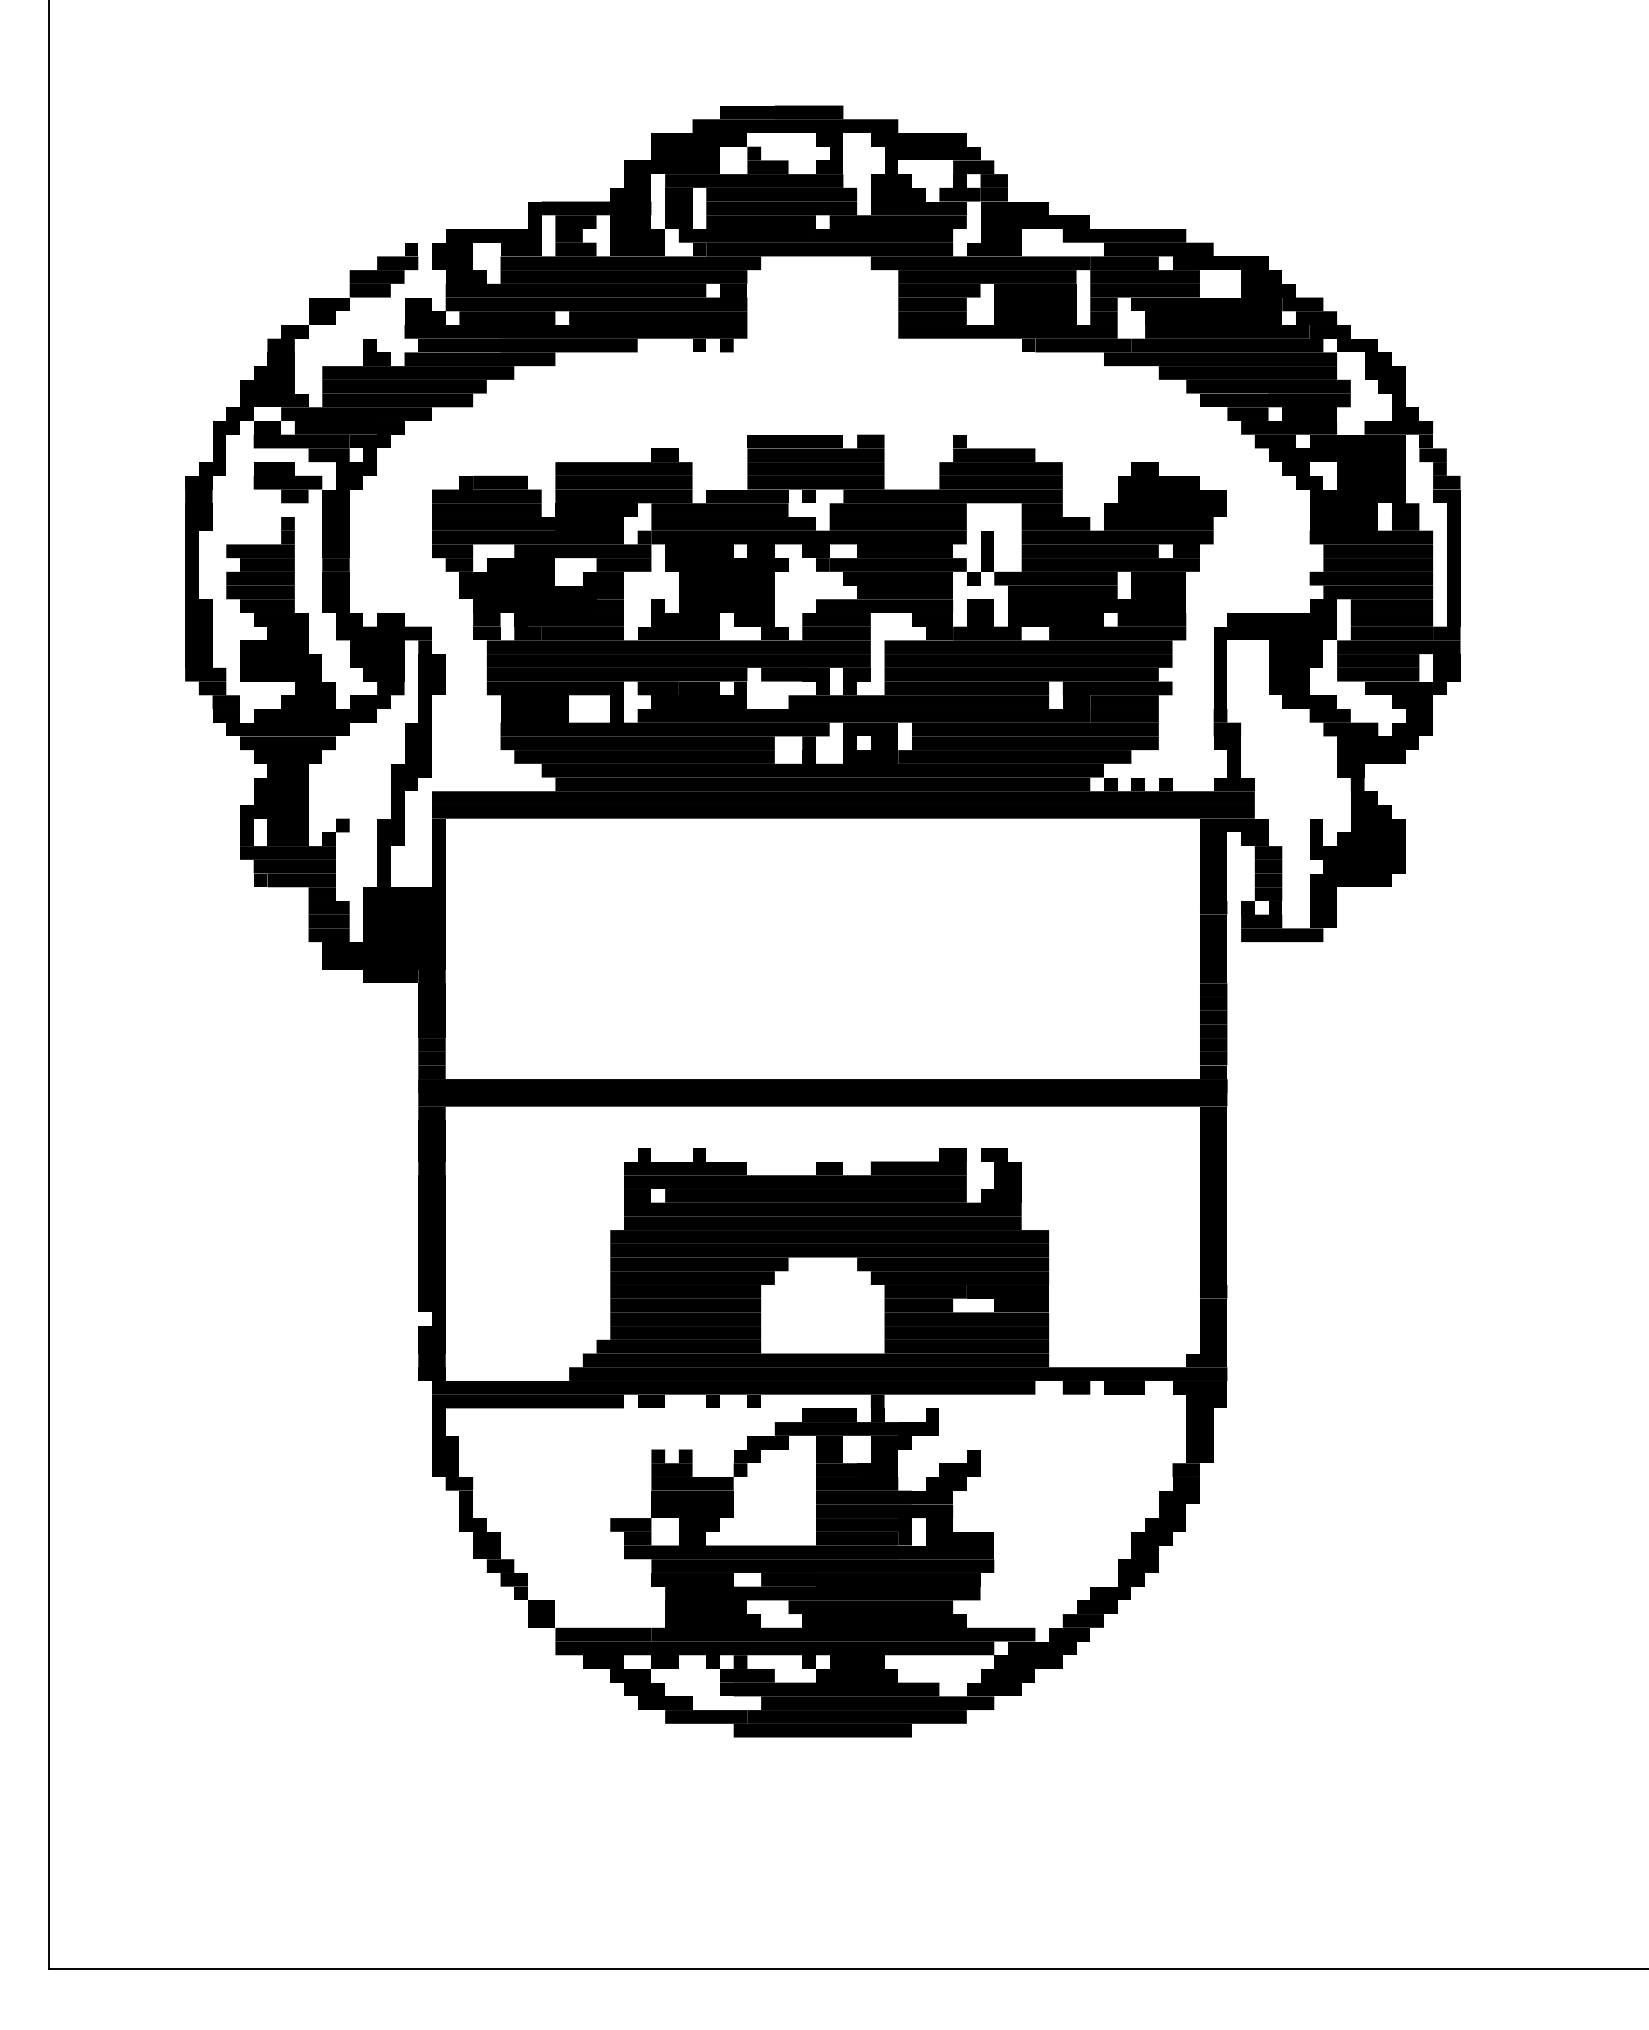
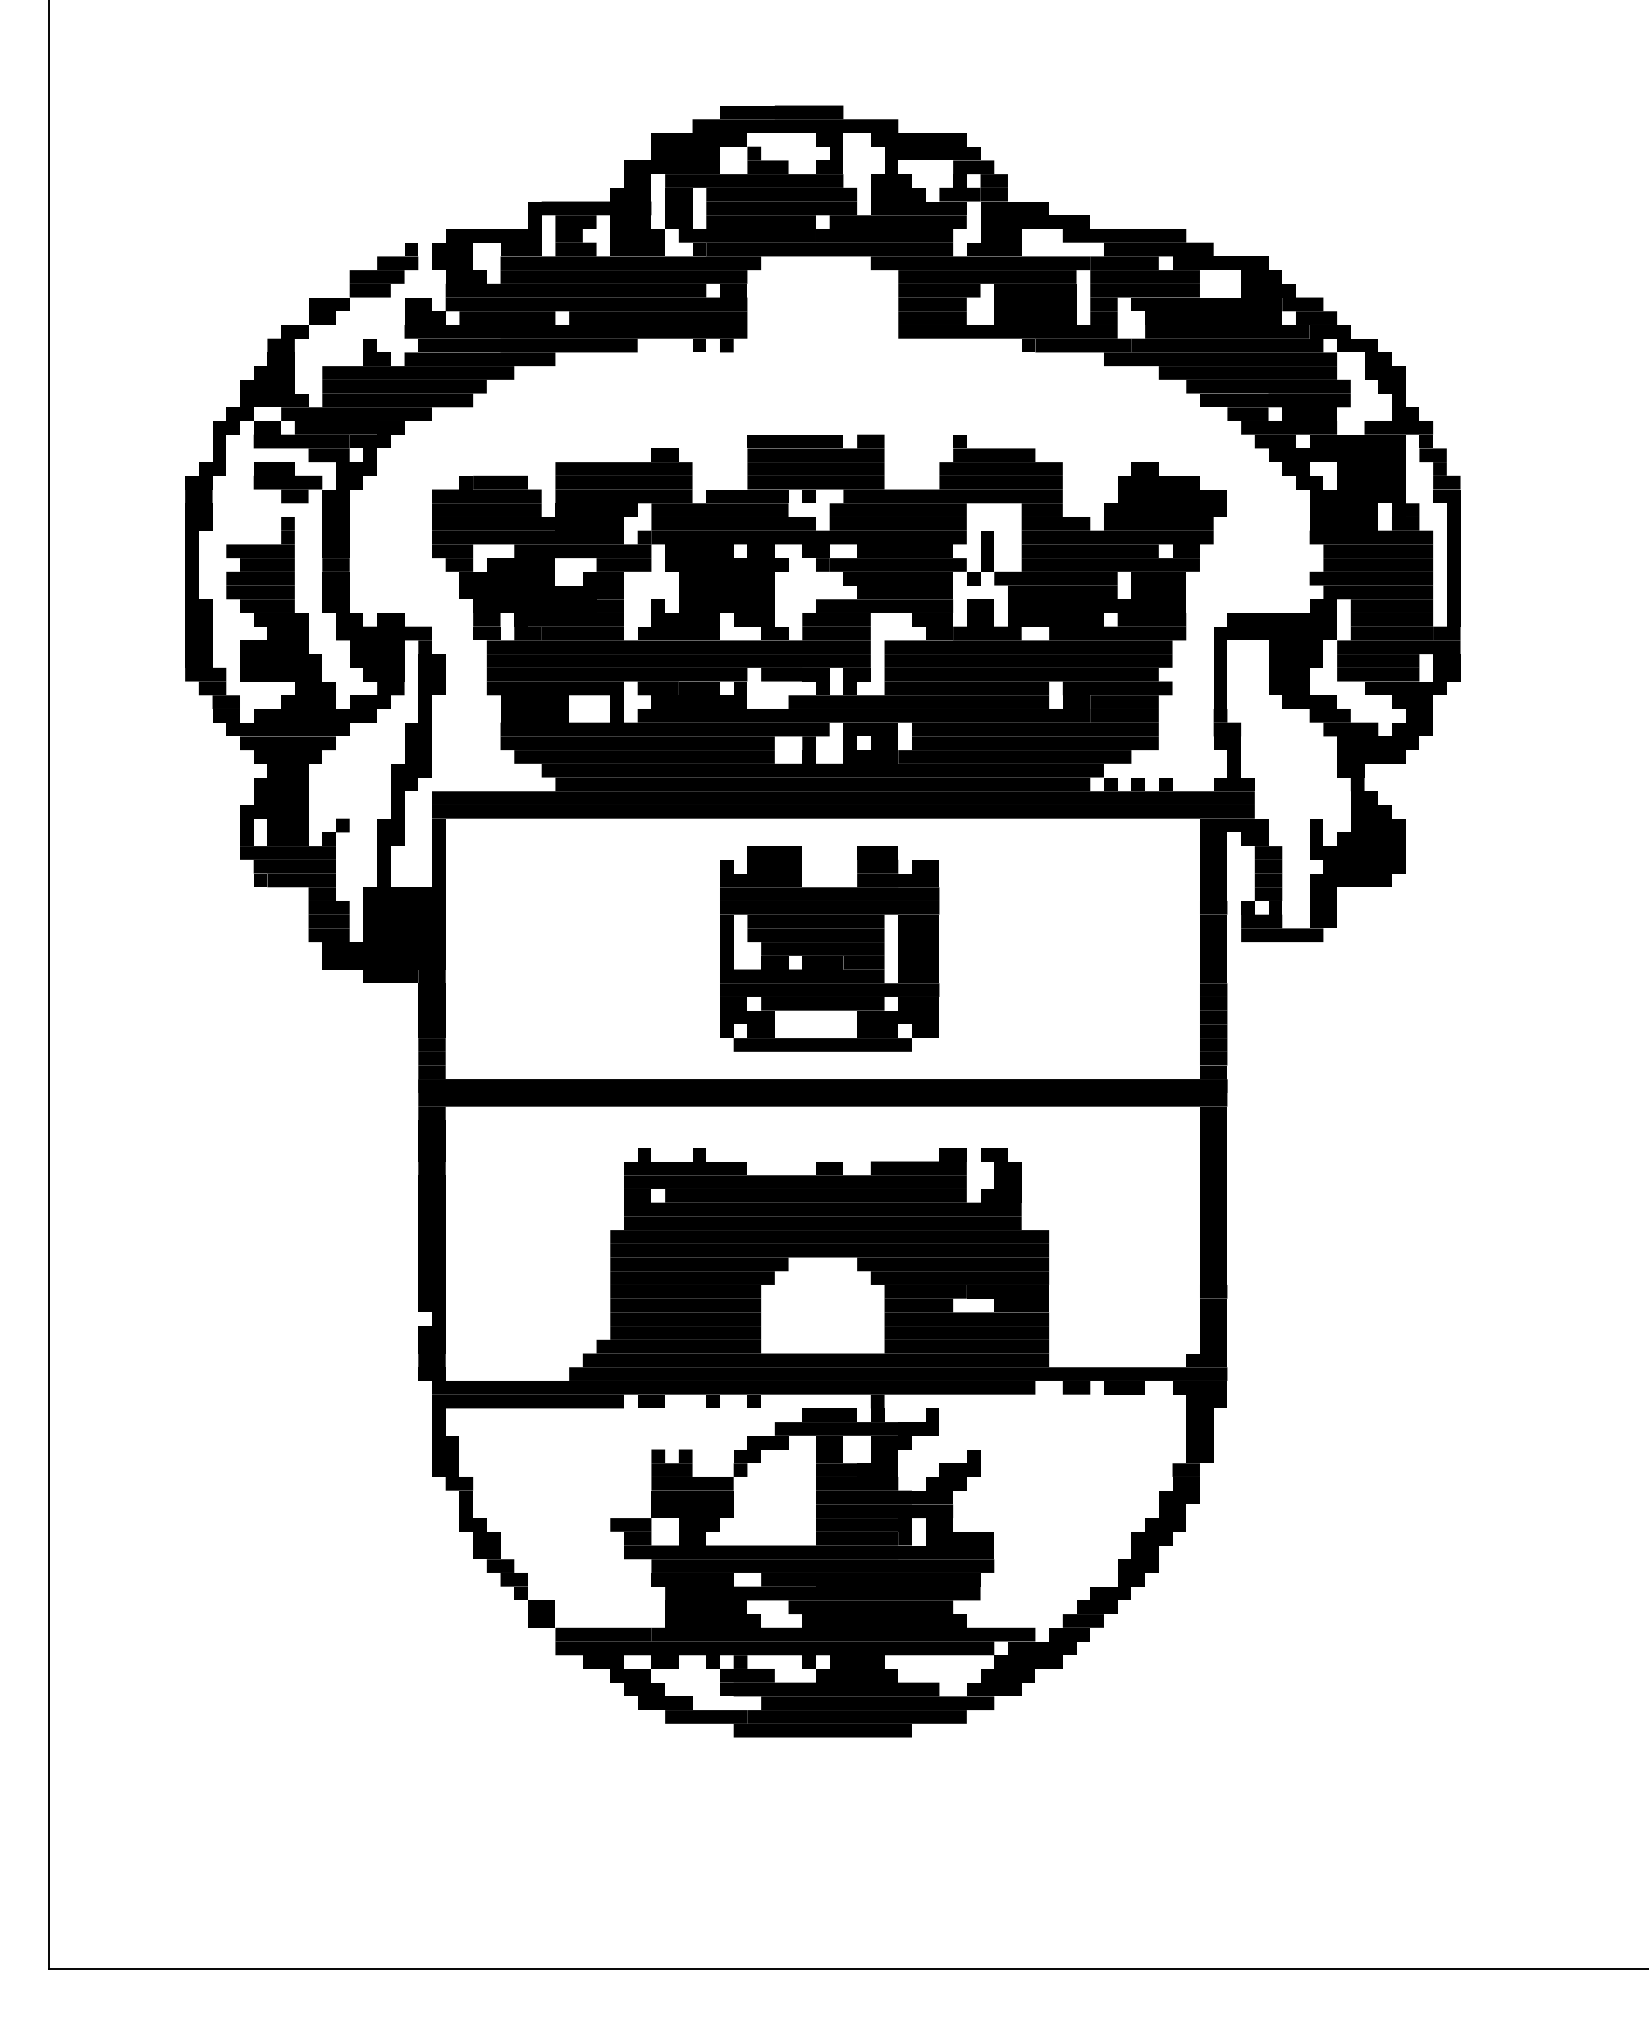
part at (829, 948): none -> present
